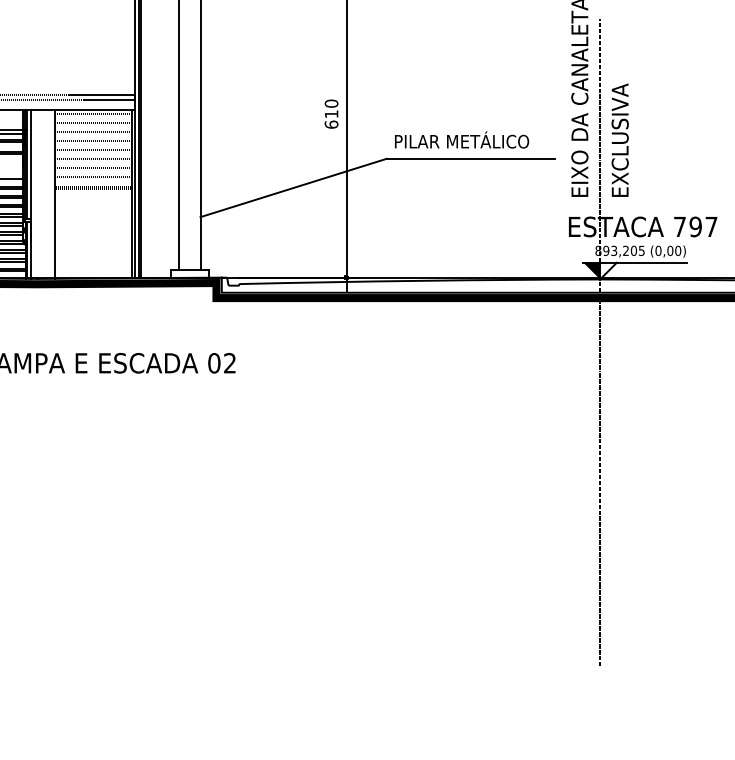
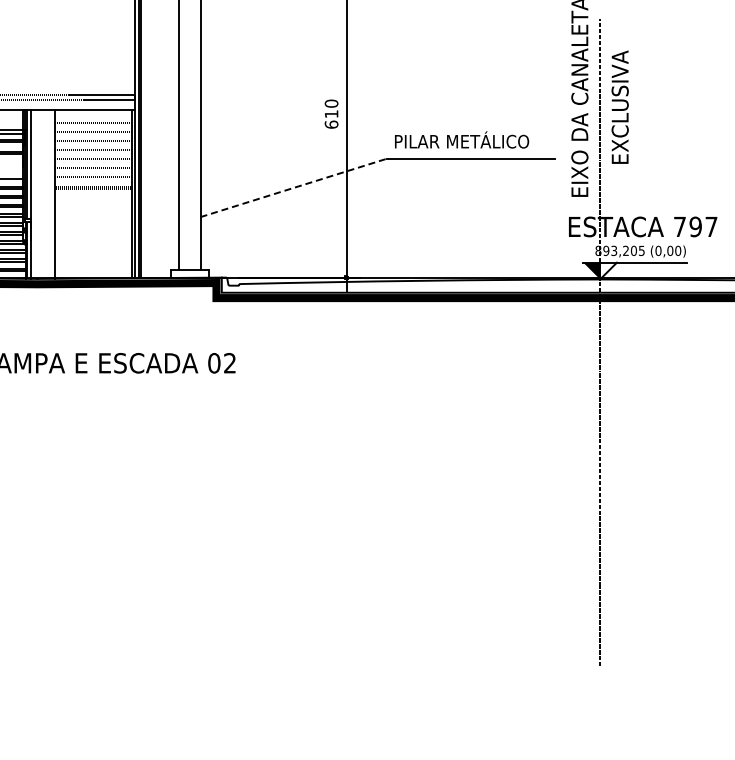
line at (93, 113): present -> none
text at (619, 139) position: (619, 139) -> (619, 106)
line at (293, 187): solid -> dashed
